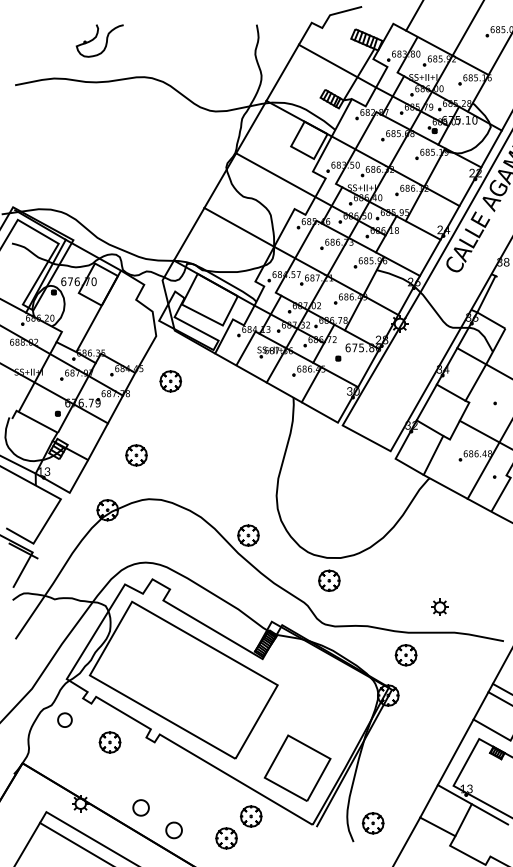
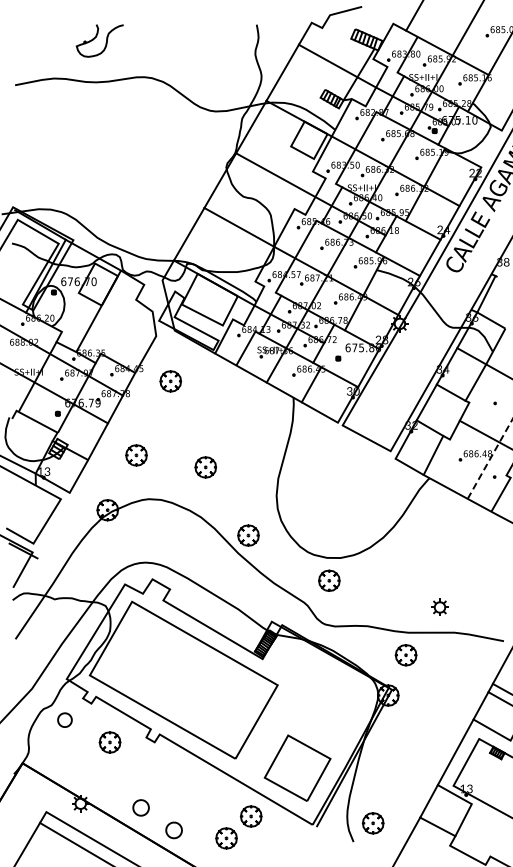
line at (491, 148): present -> none
line at (490, 458): solid -> dashed
part at (205, 467): none -> present
line at (489, 814): present -> none
